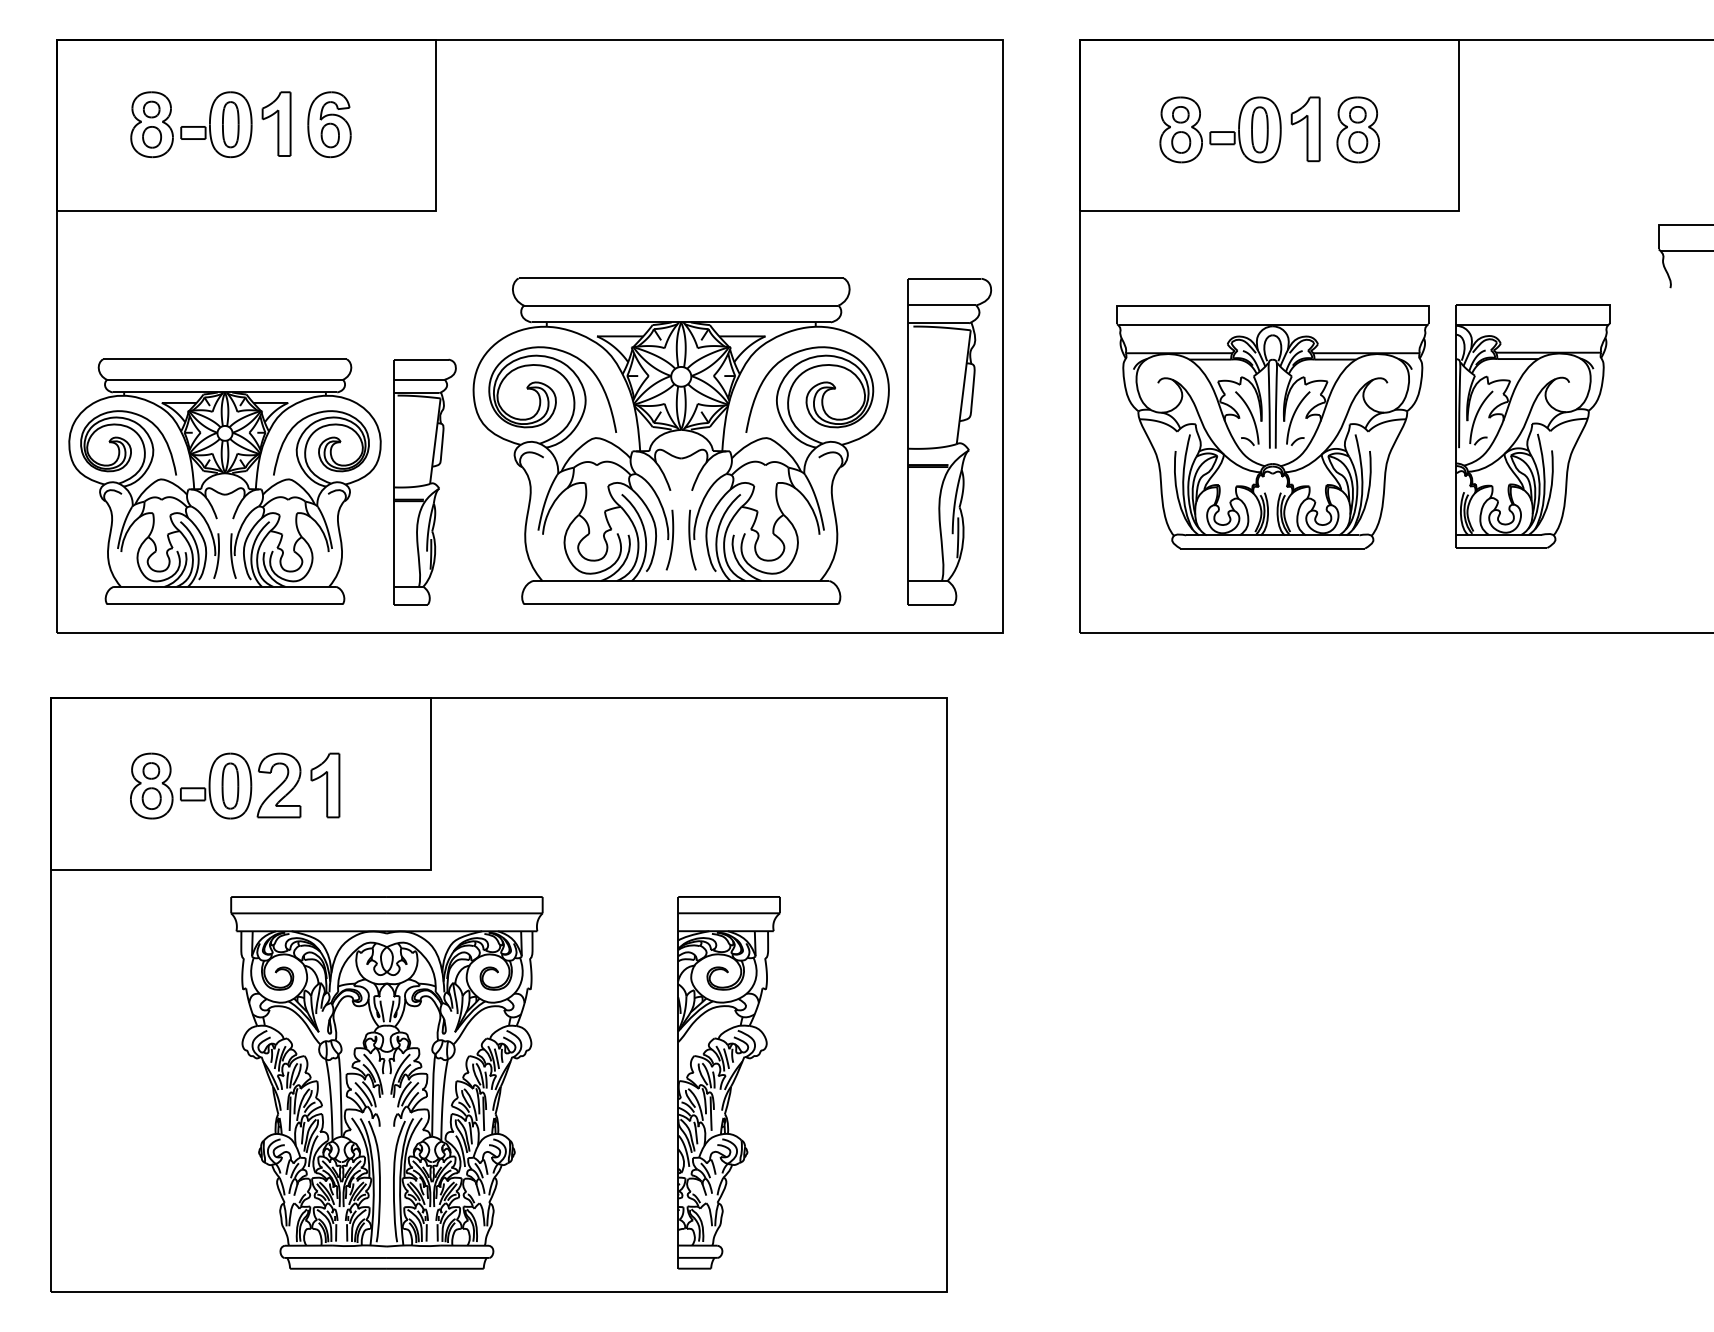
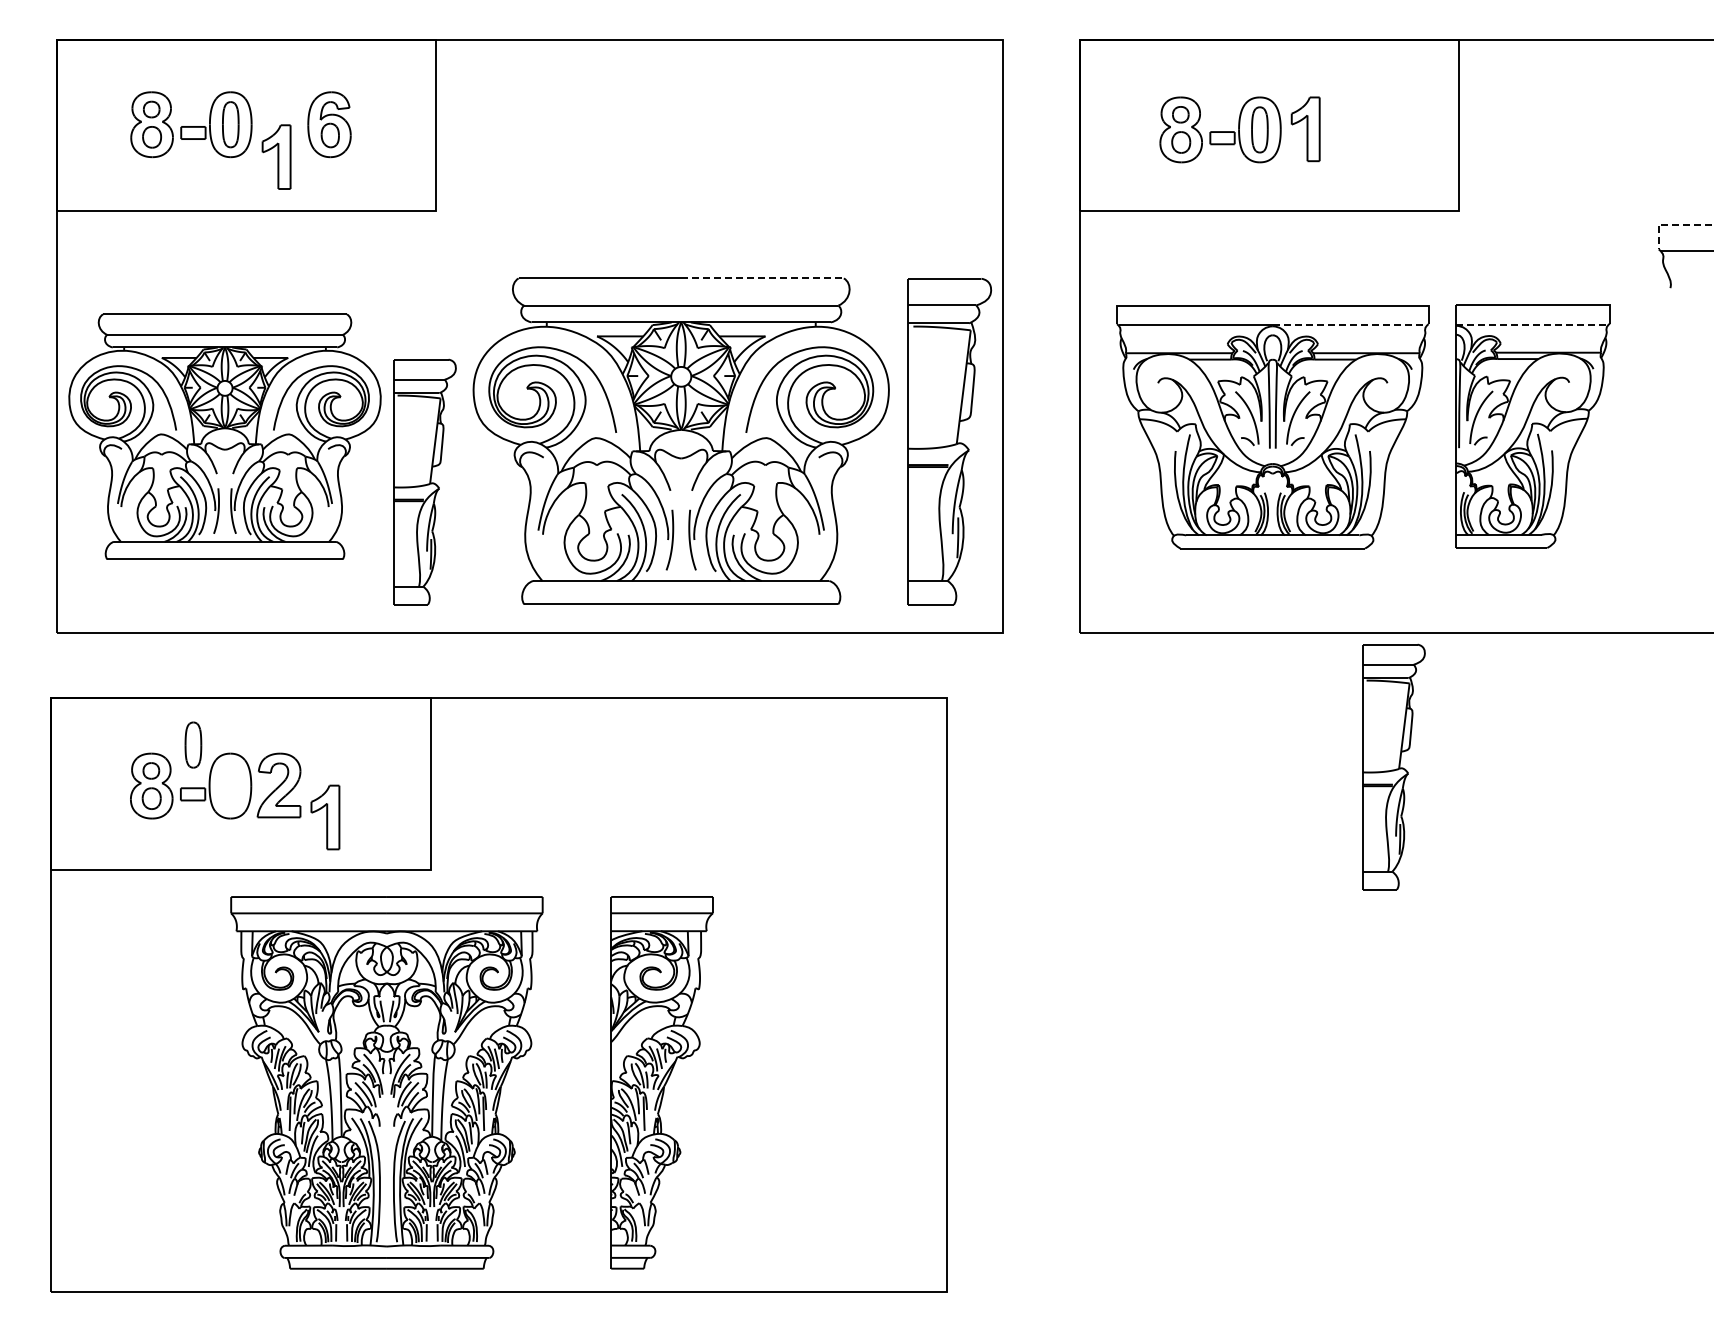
part at (276, 123) position: (276, 123) -> (276, 156)
part at (1357, 129): present -> none
line at (1672, 224): solid -> dashed
line at (763, 278): solid -> dashed
line at (1532, 324): solid -> dashed
line at (1349, 325): solid -> dashed
part at (224, 481) position: (224, 481) -> (224, 436)
part at (1393, 766): none -> present
part at (230, 785) position: (230, 785) -> (193, 744)
part at (325, 785) position: (325, 785) -> (325, 817)
part at (728, 1082) position: (728, 1082) -> (661, 1082)
